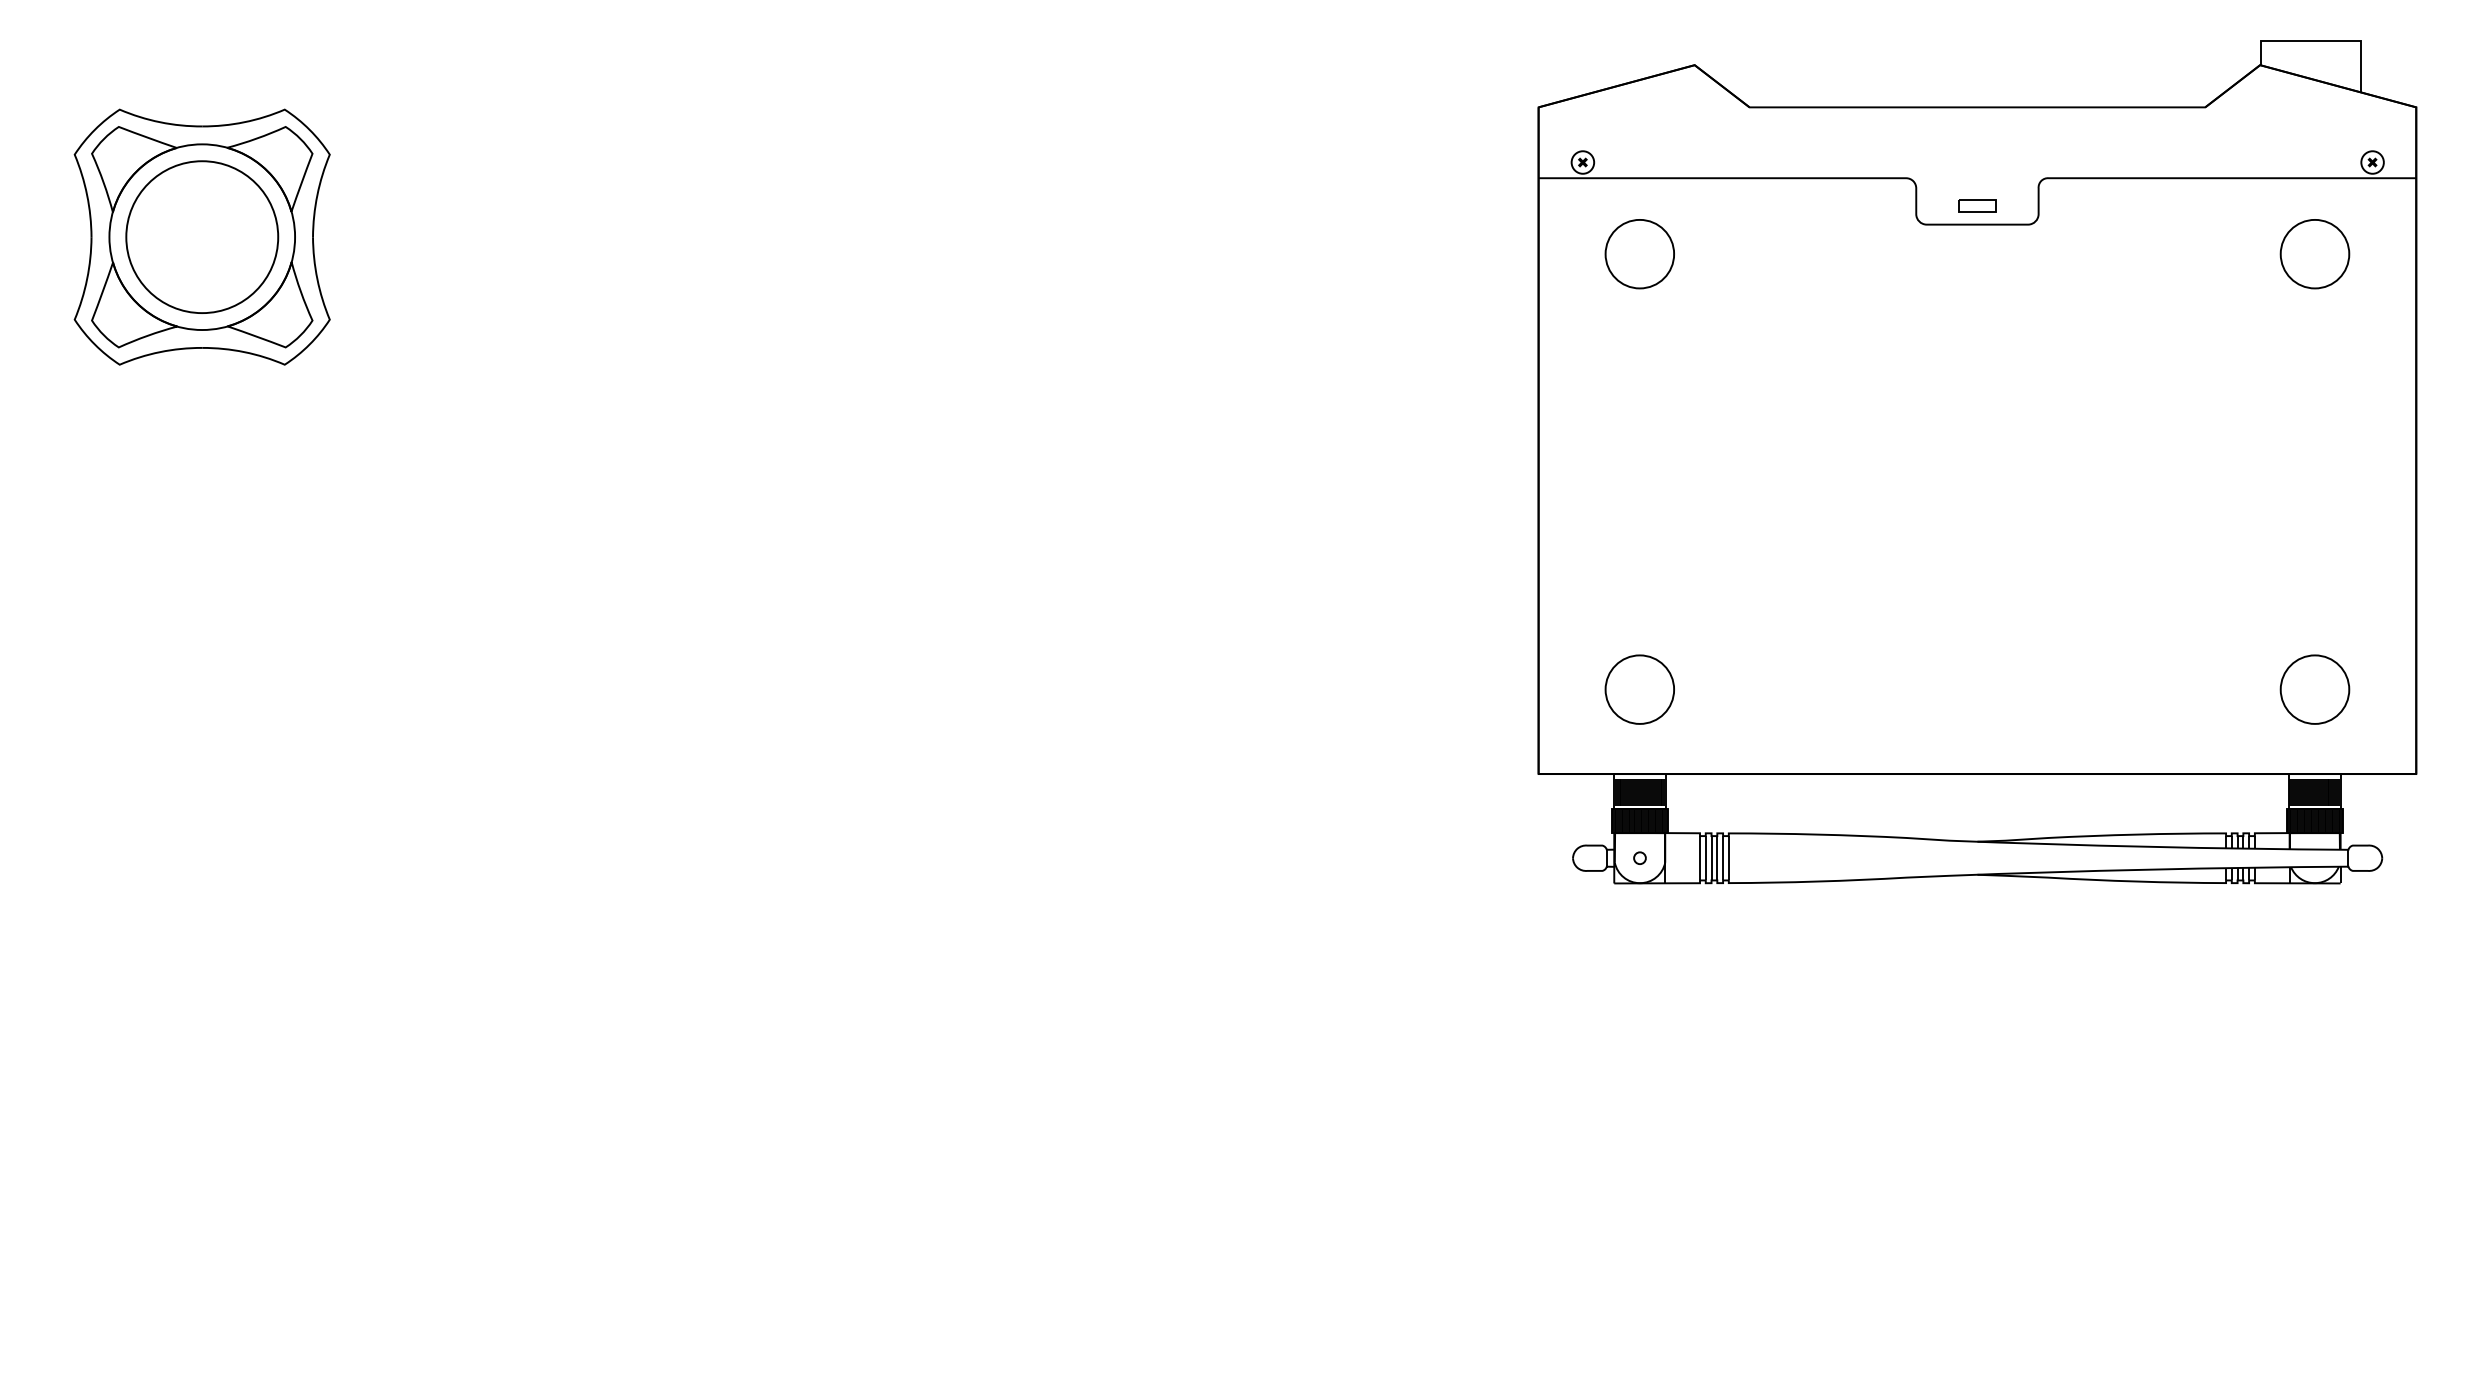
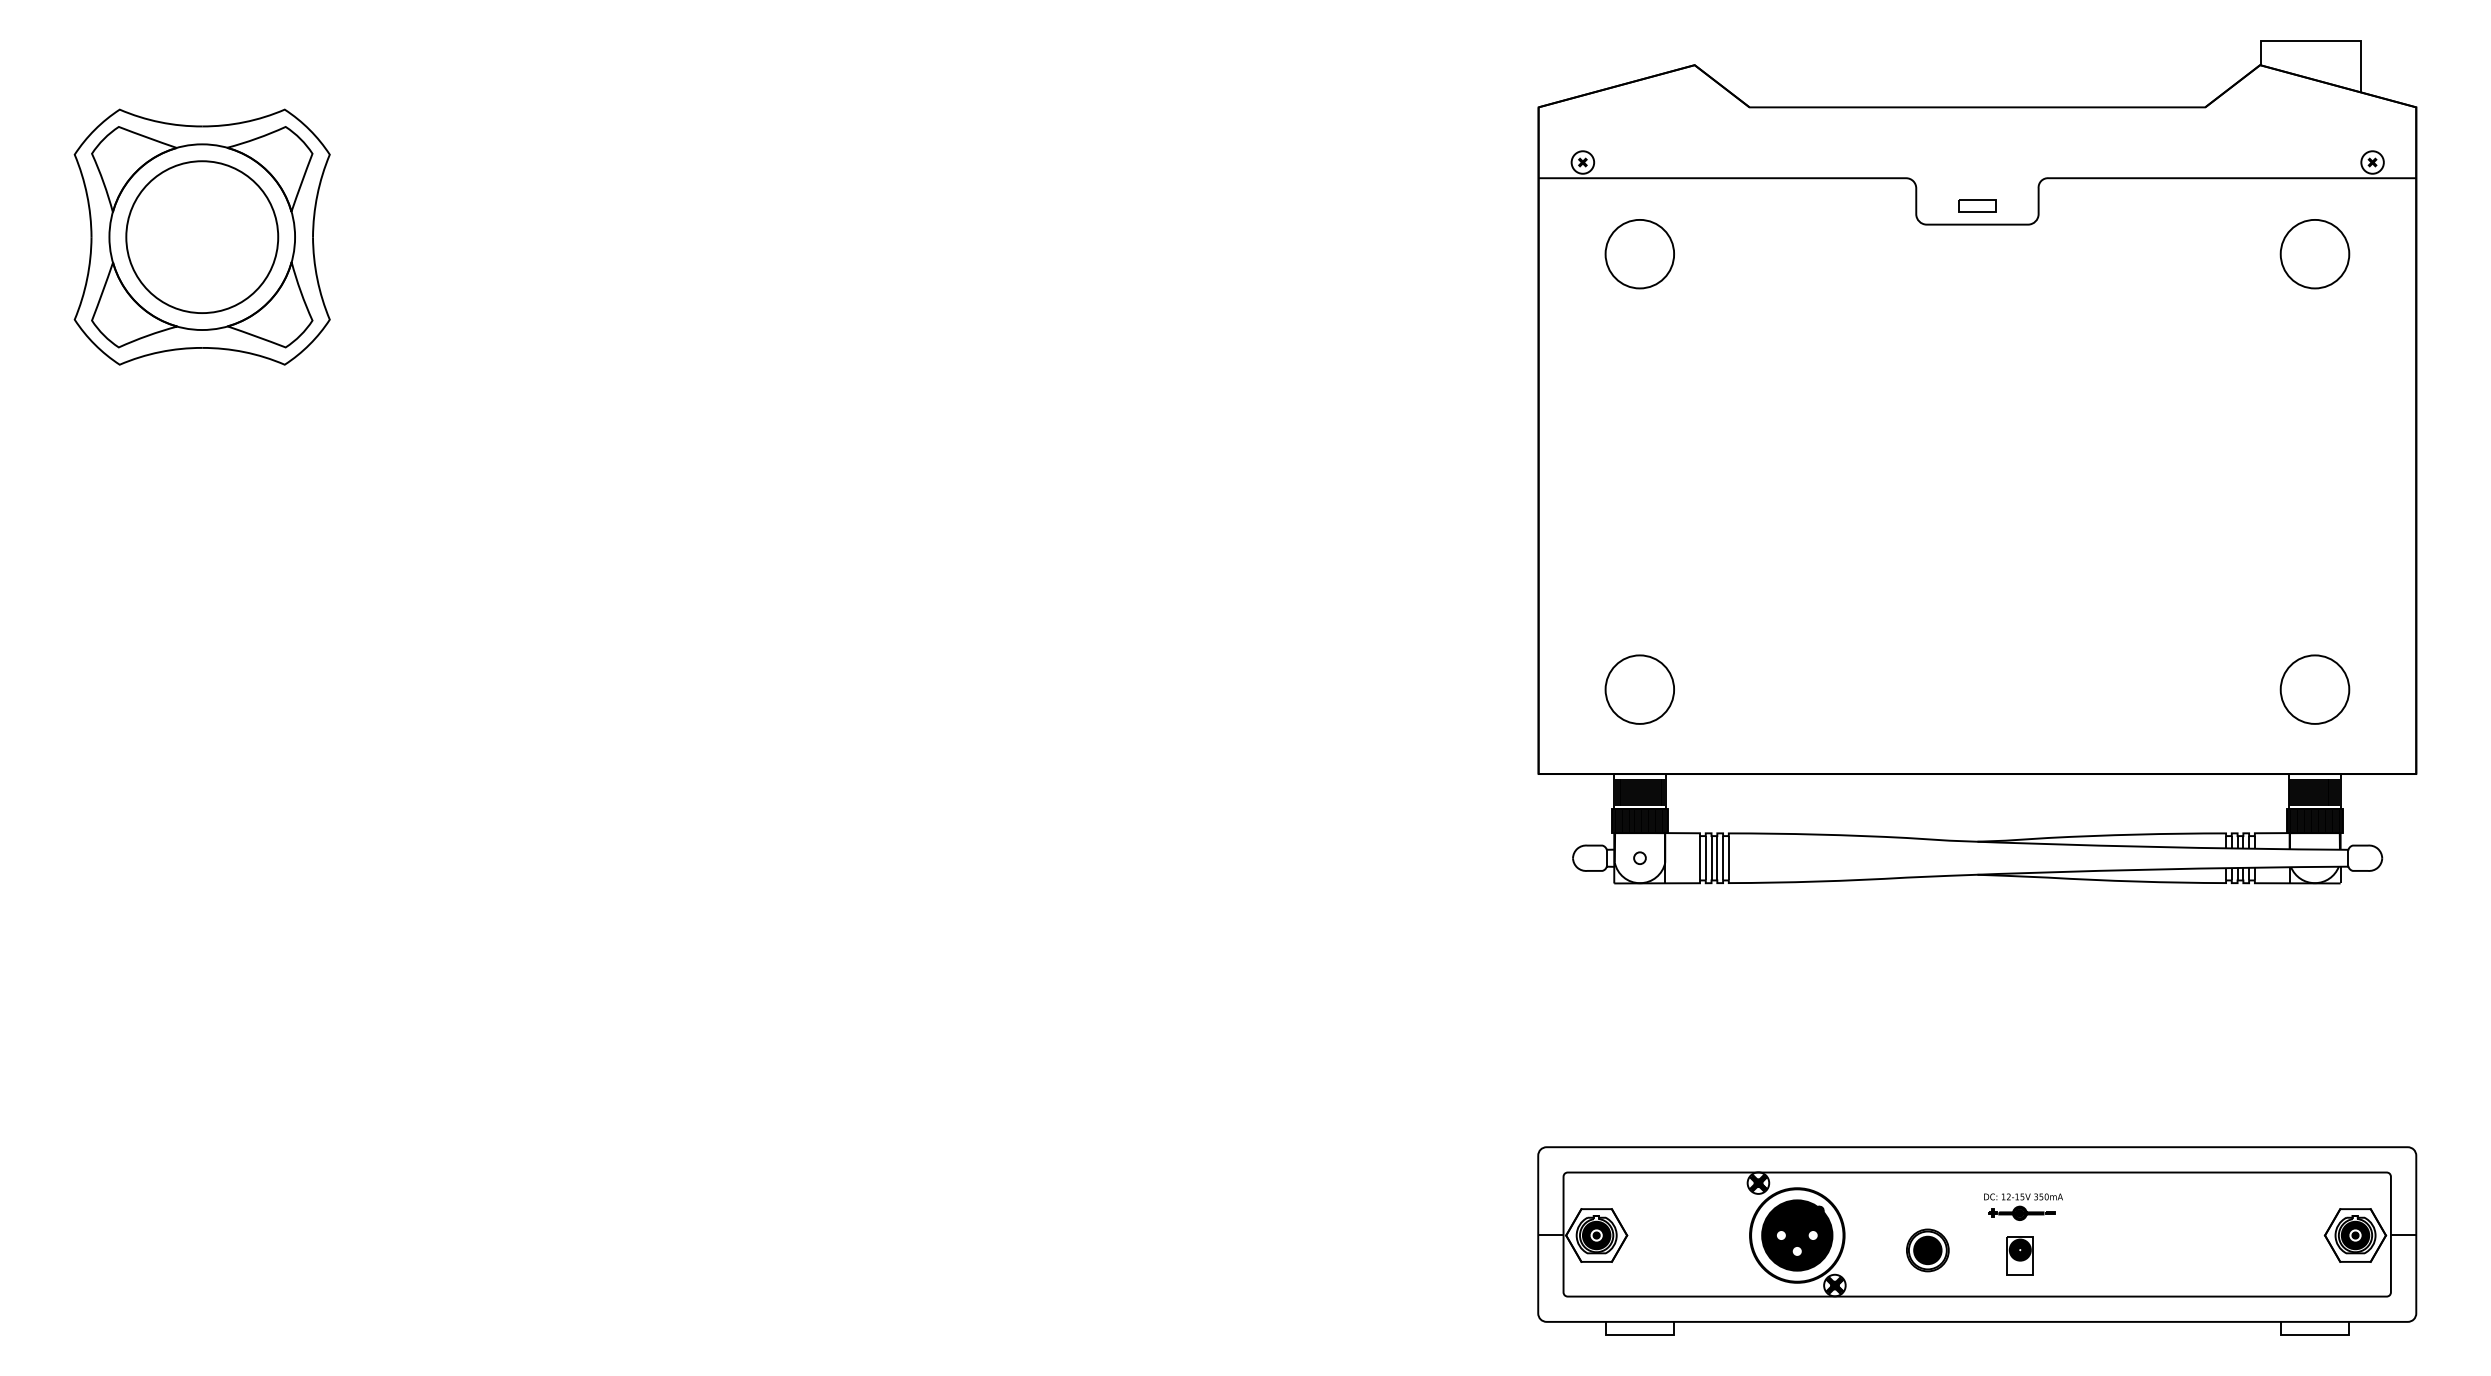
part at (1977, 1240): none -> present
